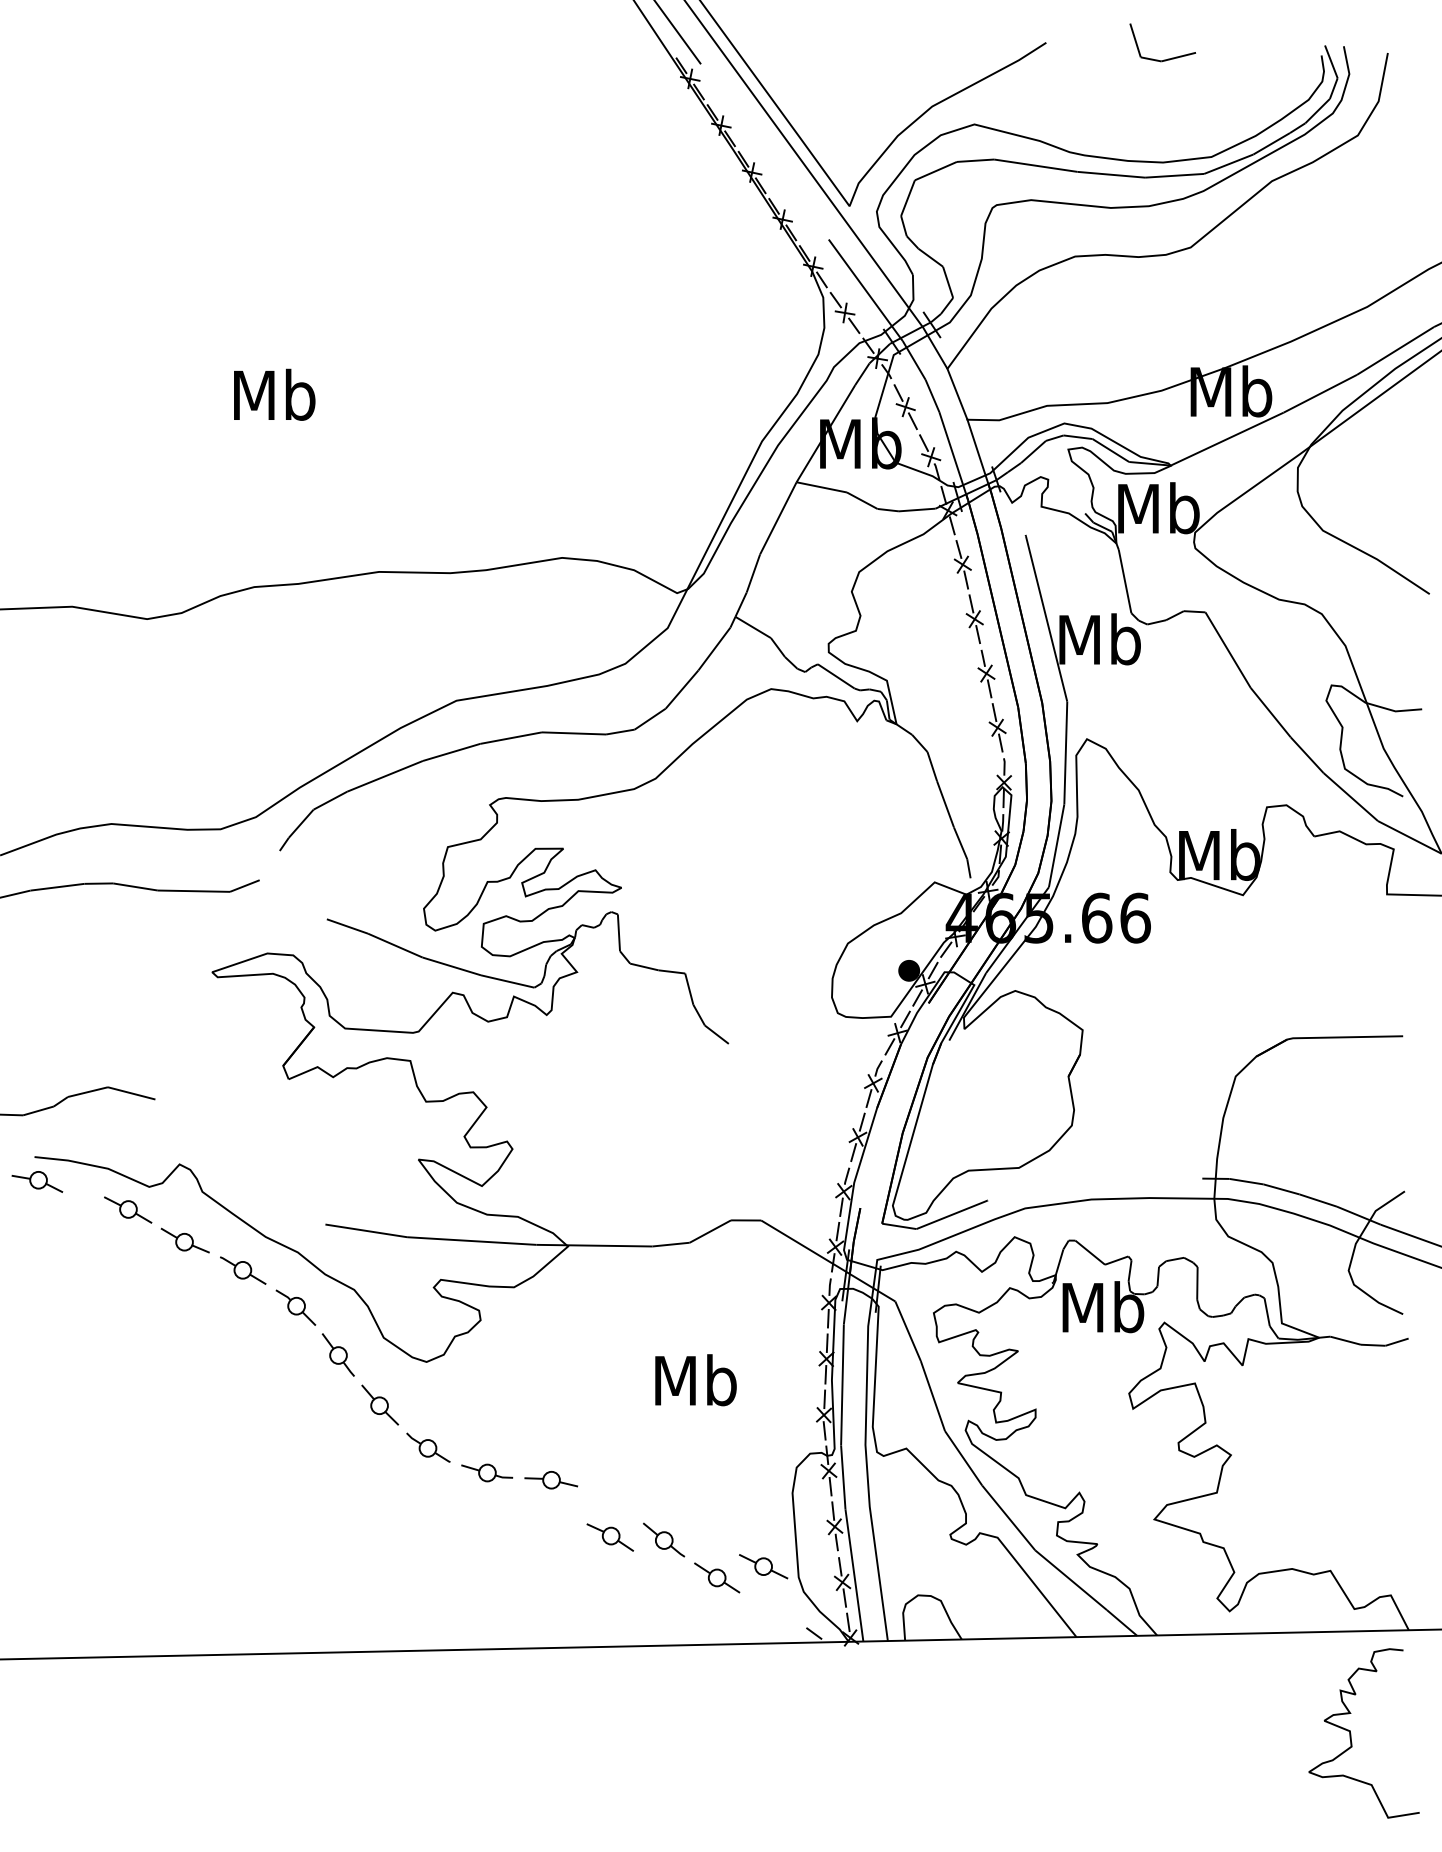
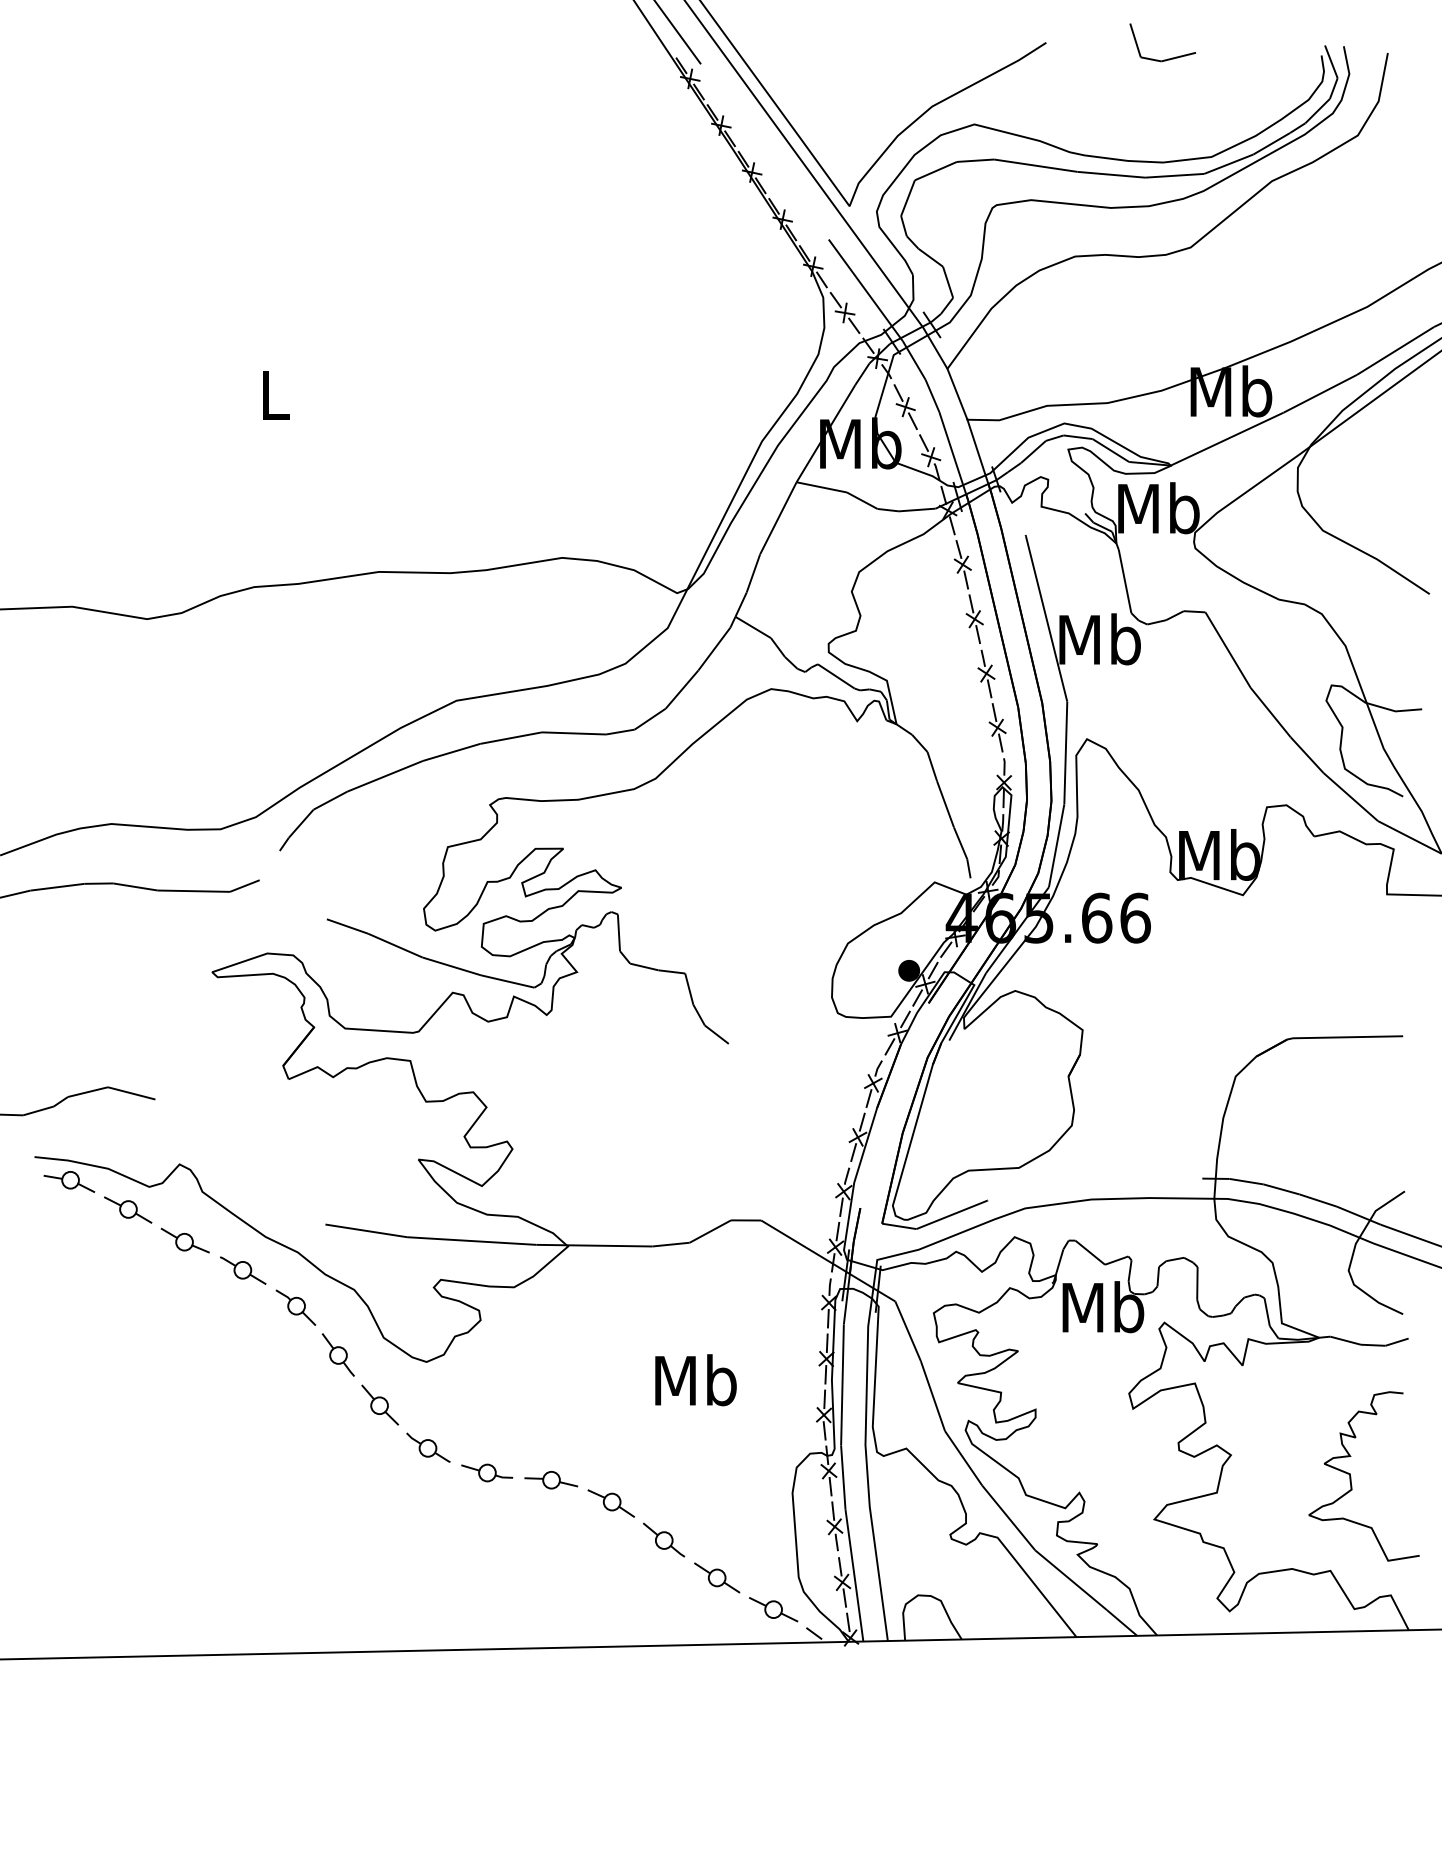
text at (274, 394): Mb -> L
part at (37, 1181) position: (37, 1181) -> (69, 1181)
part at (609, 1537) position: (609, 1537) -> (610, 1503)
part at (763, 1566) position: (763, 1566) -> (773, 1609)
curve at (1351, 1733) position: (1351, 1733) -> (1351, 1476)
